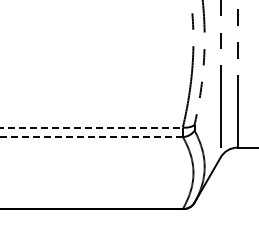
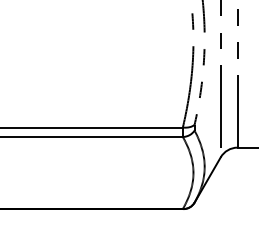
line at (91, 127): dashed -> solid
line at (91, 137): dashed -> solid
